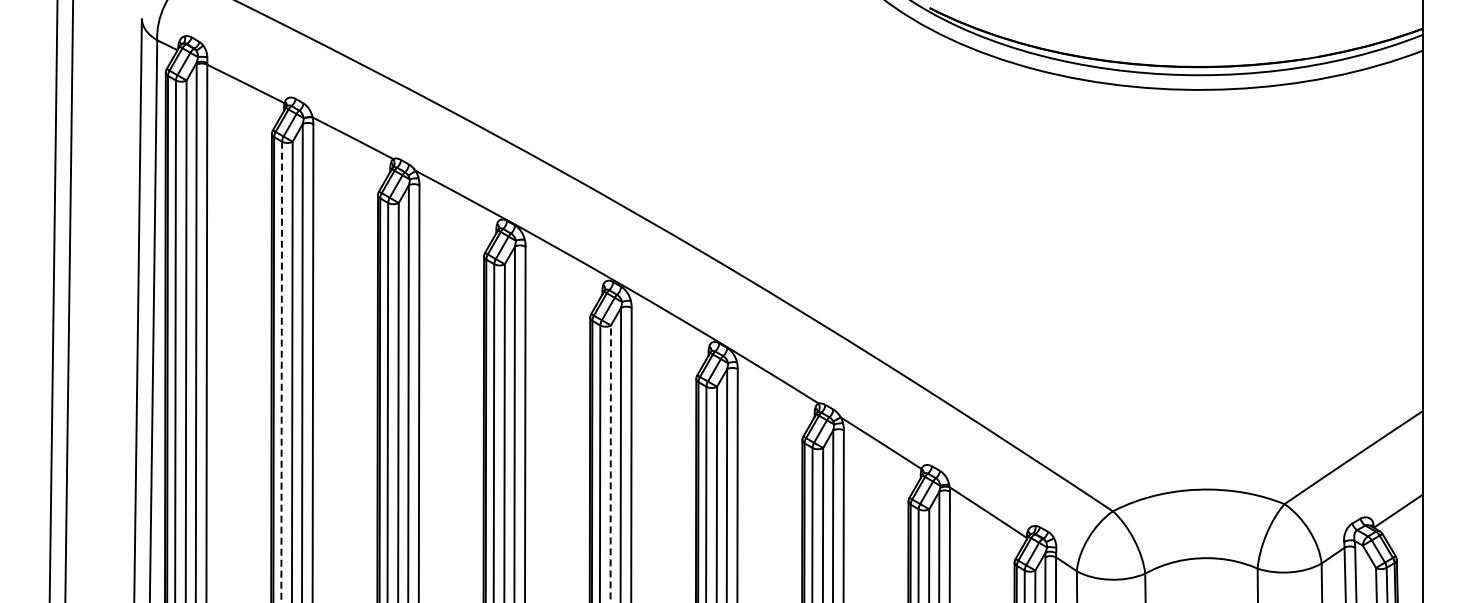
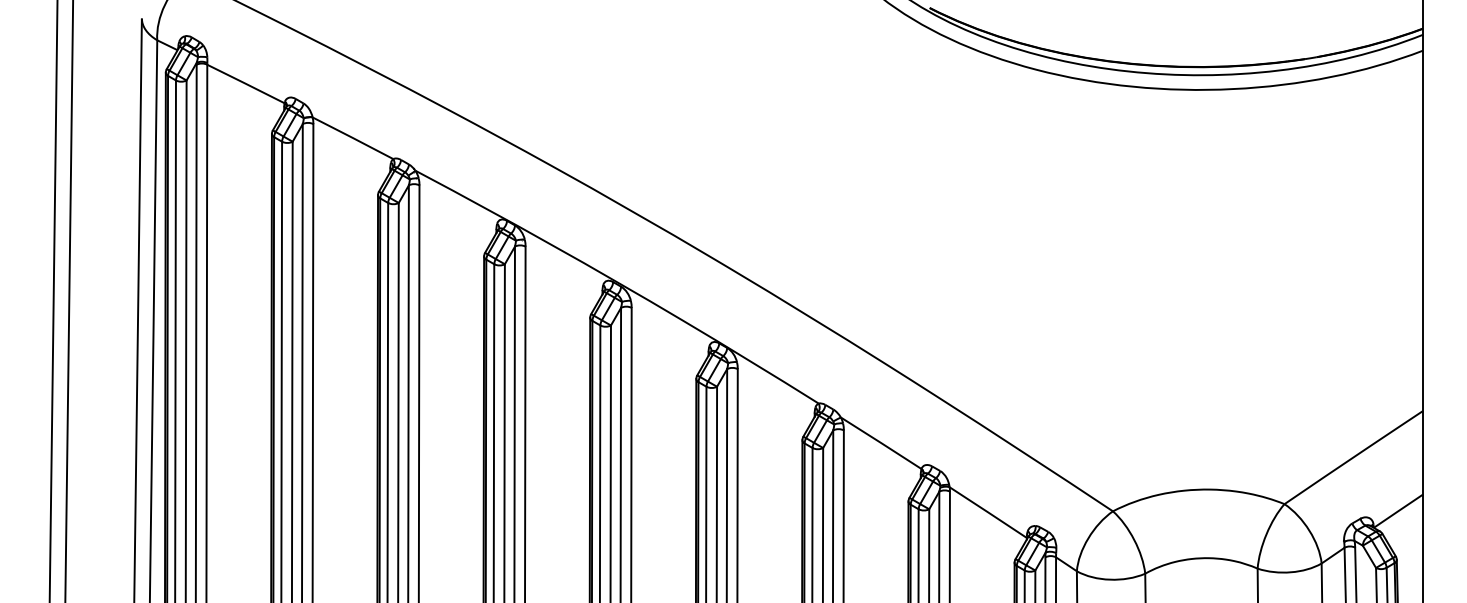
line at (281, 372): dashed -> solid
line at (610, 463): dashed -> solid
